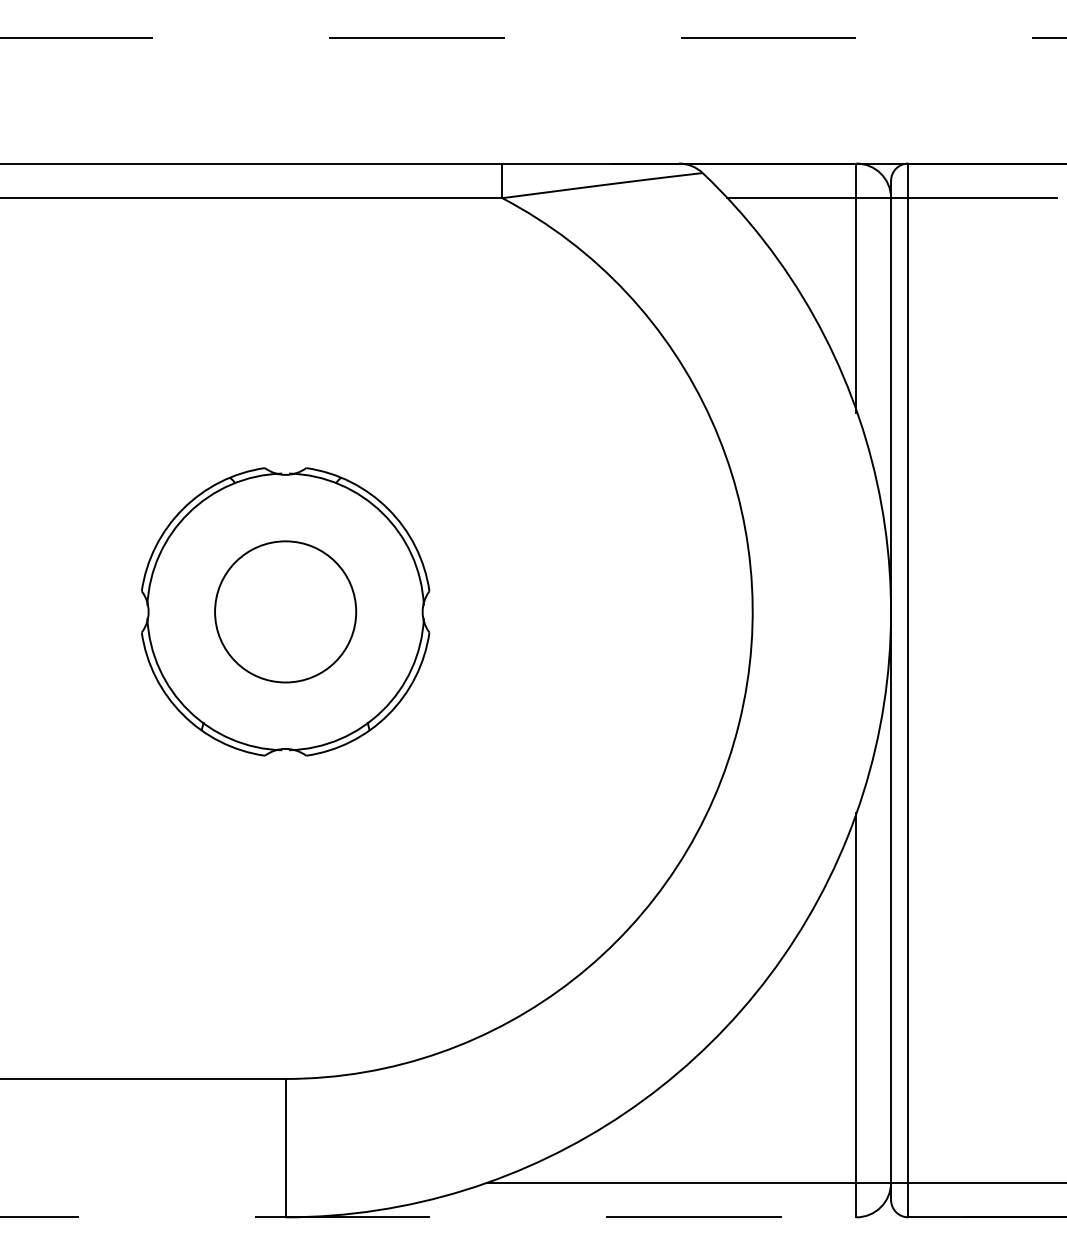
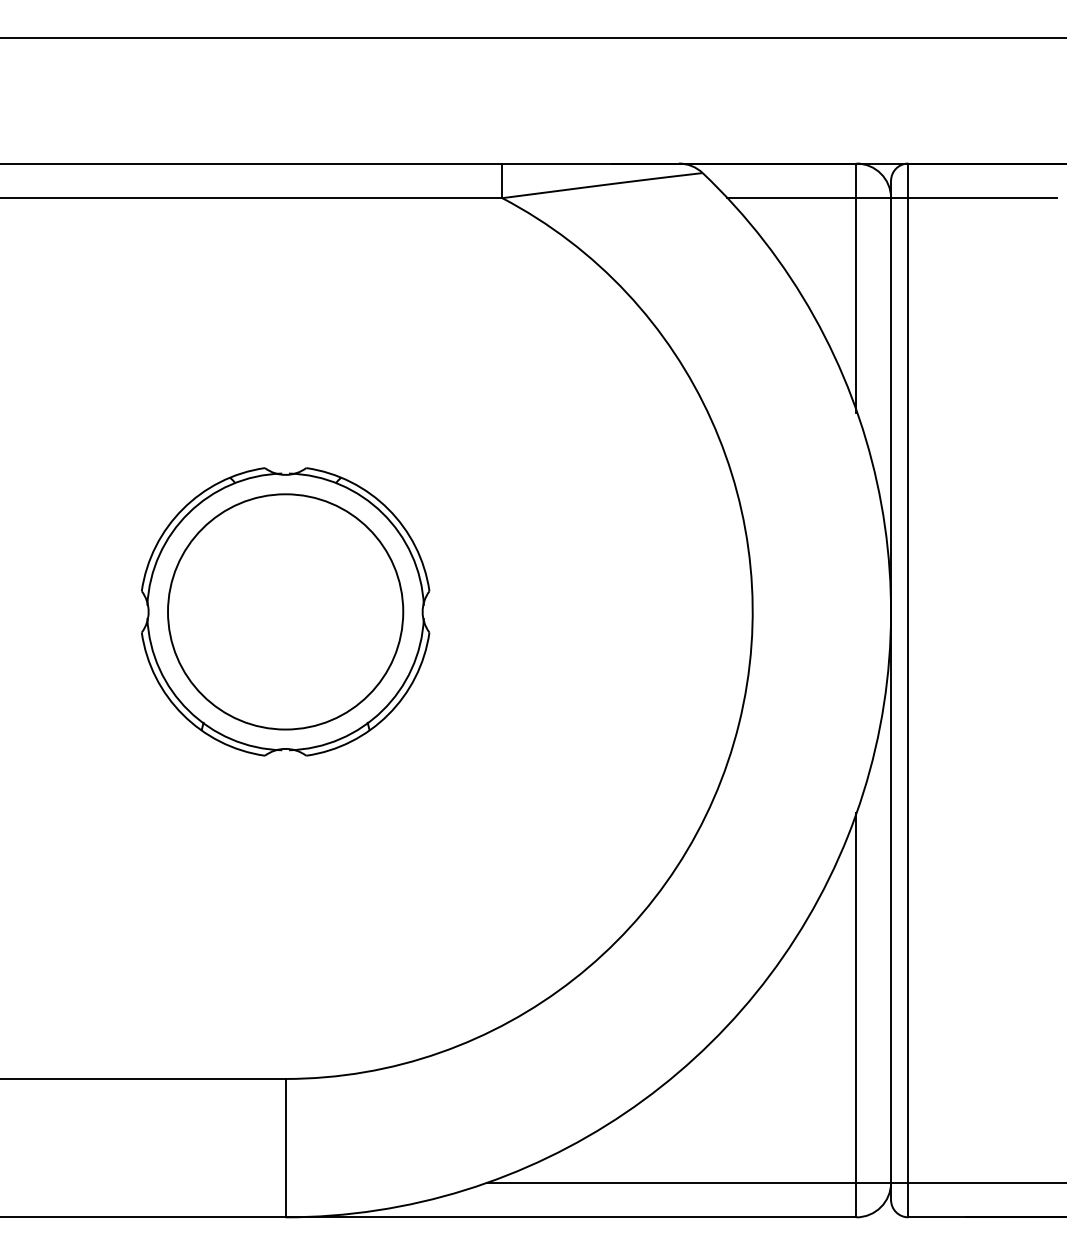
line at (533, 37): dashed -> solid
circle at (285, 611) diameter: 141 px -> 235 px
line at (428, 1217): dashed -> solid
